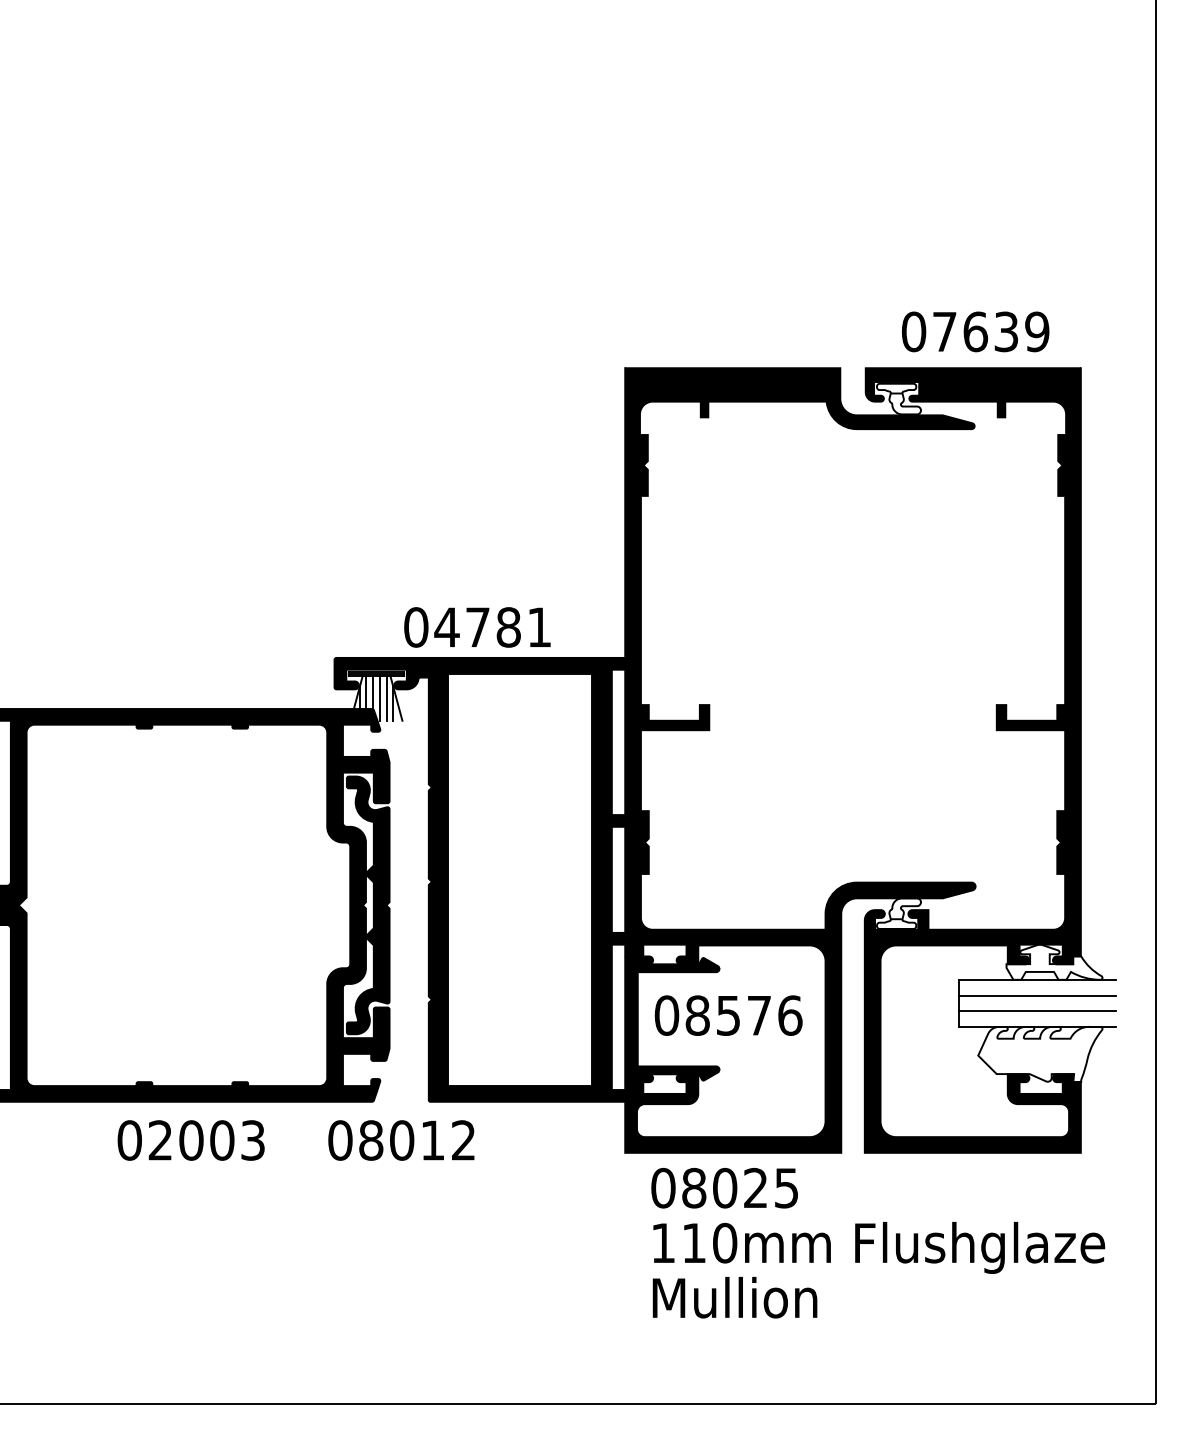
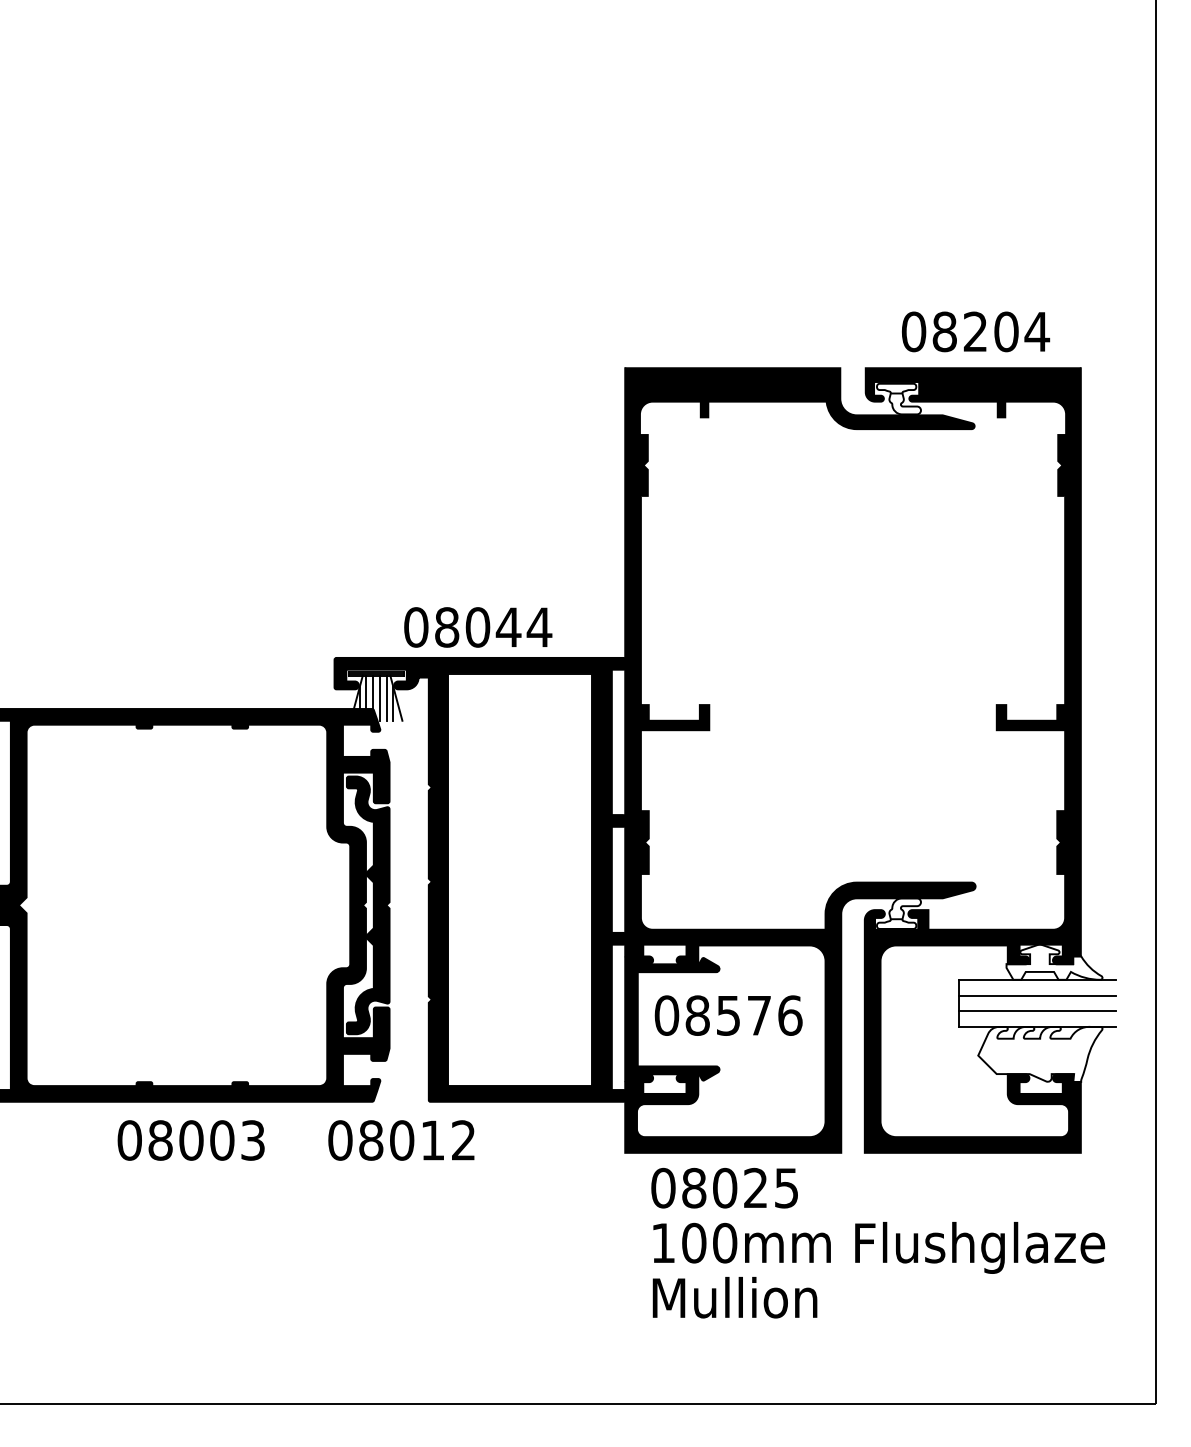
text at (991, 331): 07639 -> 08204
text at (493, 627): 04781 -> 08044
text at (160, 1140): 02003 -> 08003
text at (694, 1242): 110mm -> 100mm
